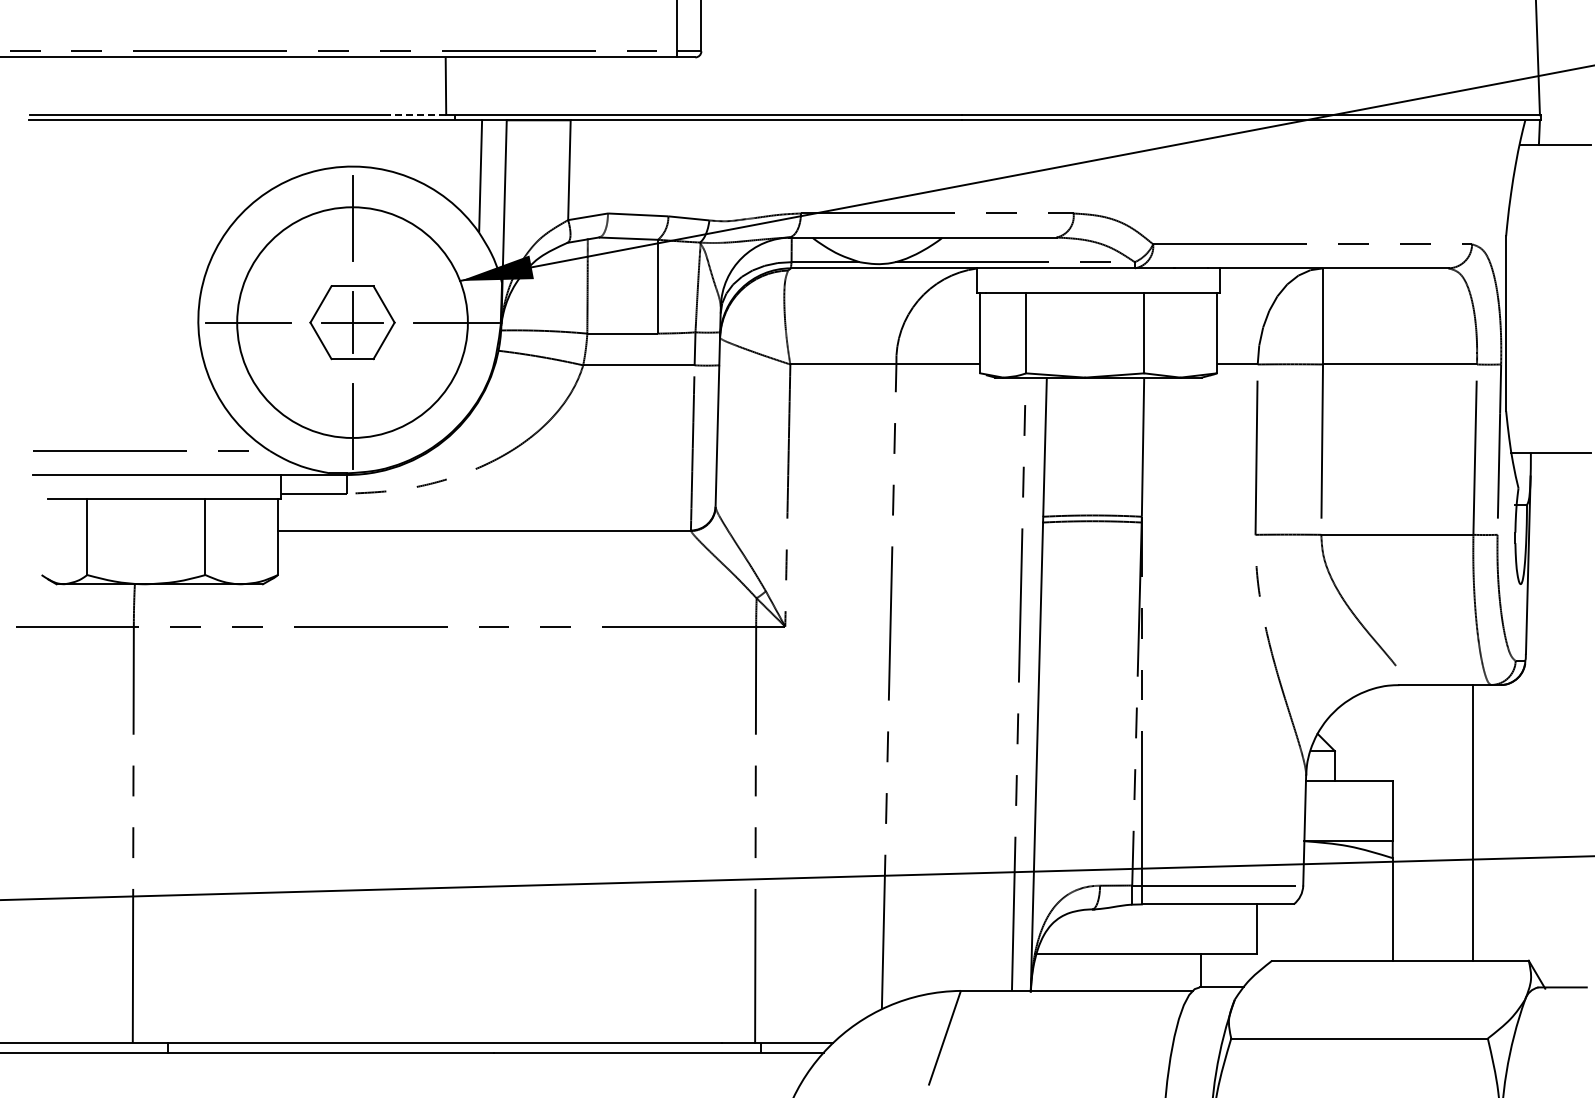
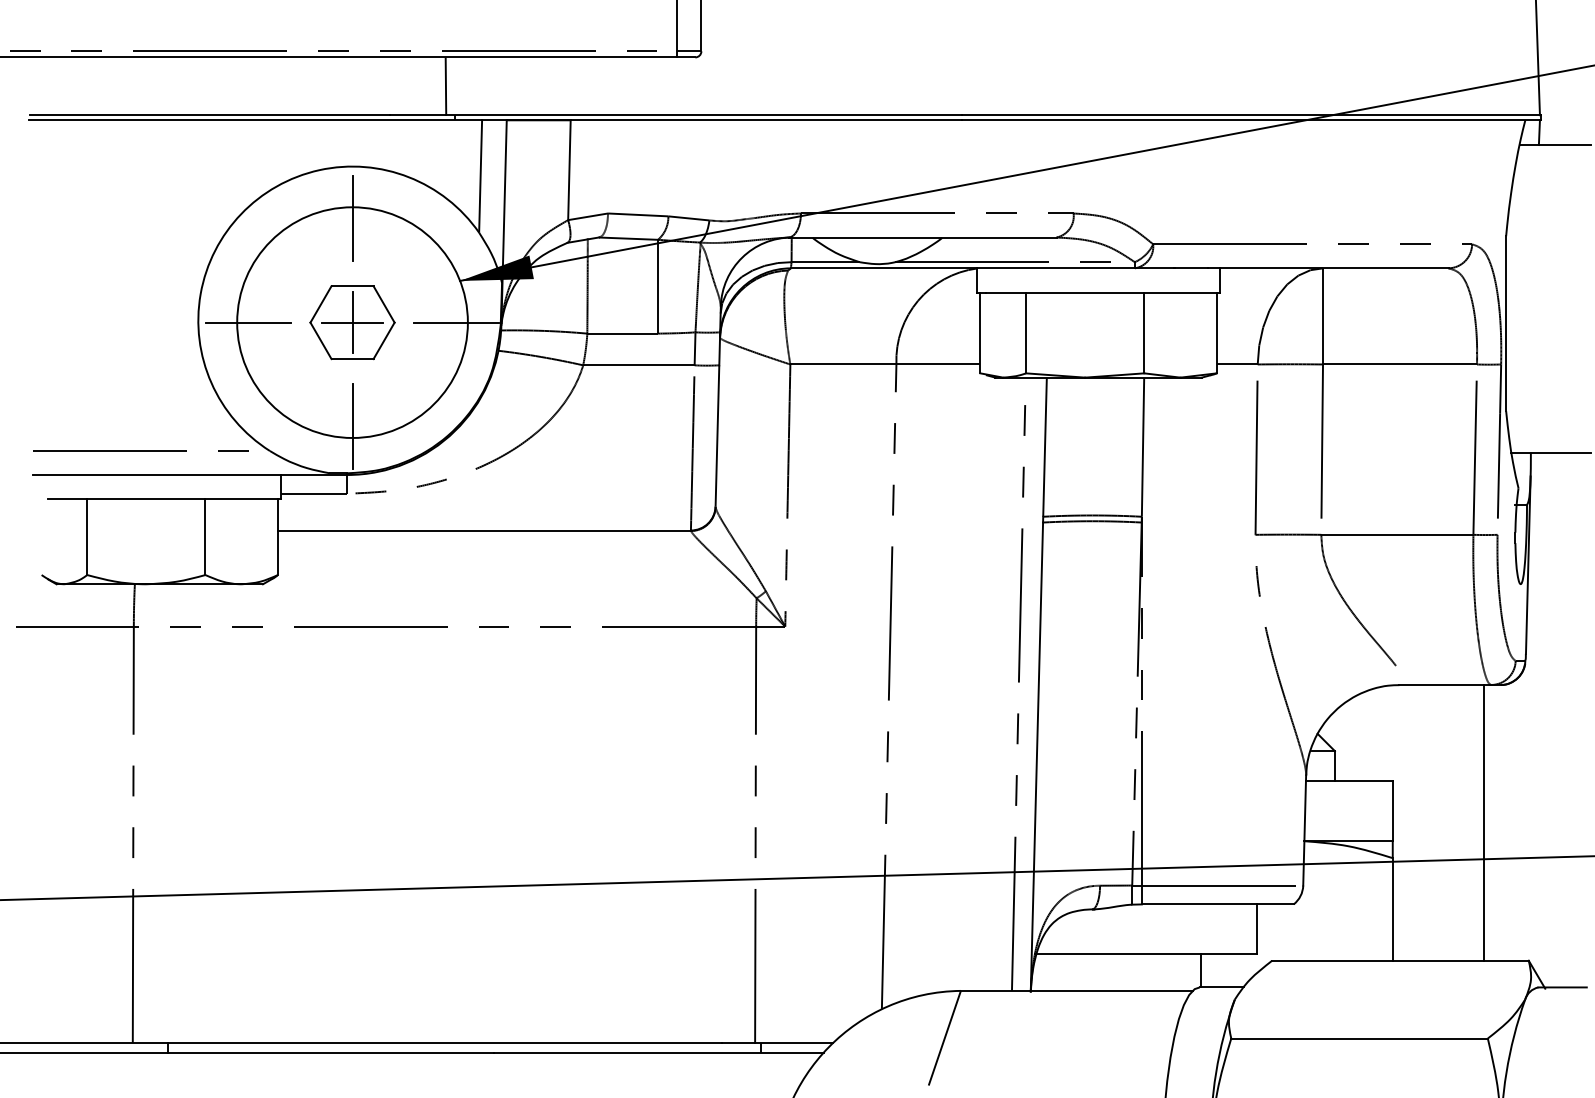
line at (417, 115): dashed -> solid
line at (1473, 822) position: (1473, 822) -> (1484, 822)
